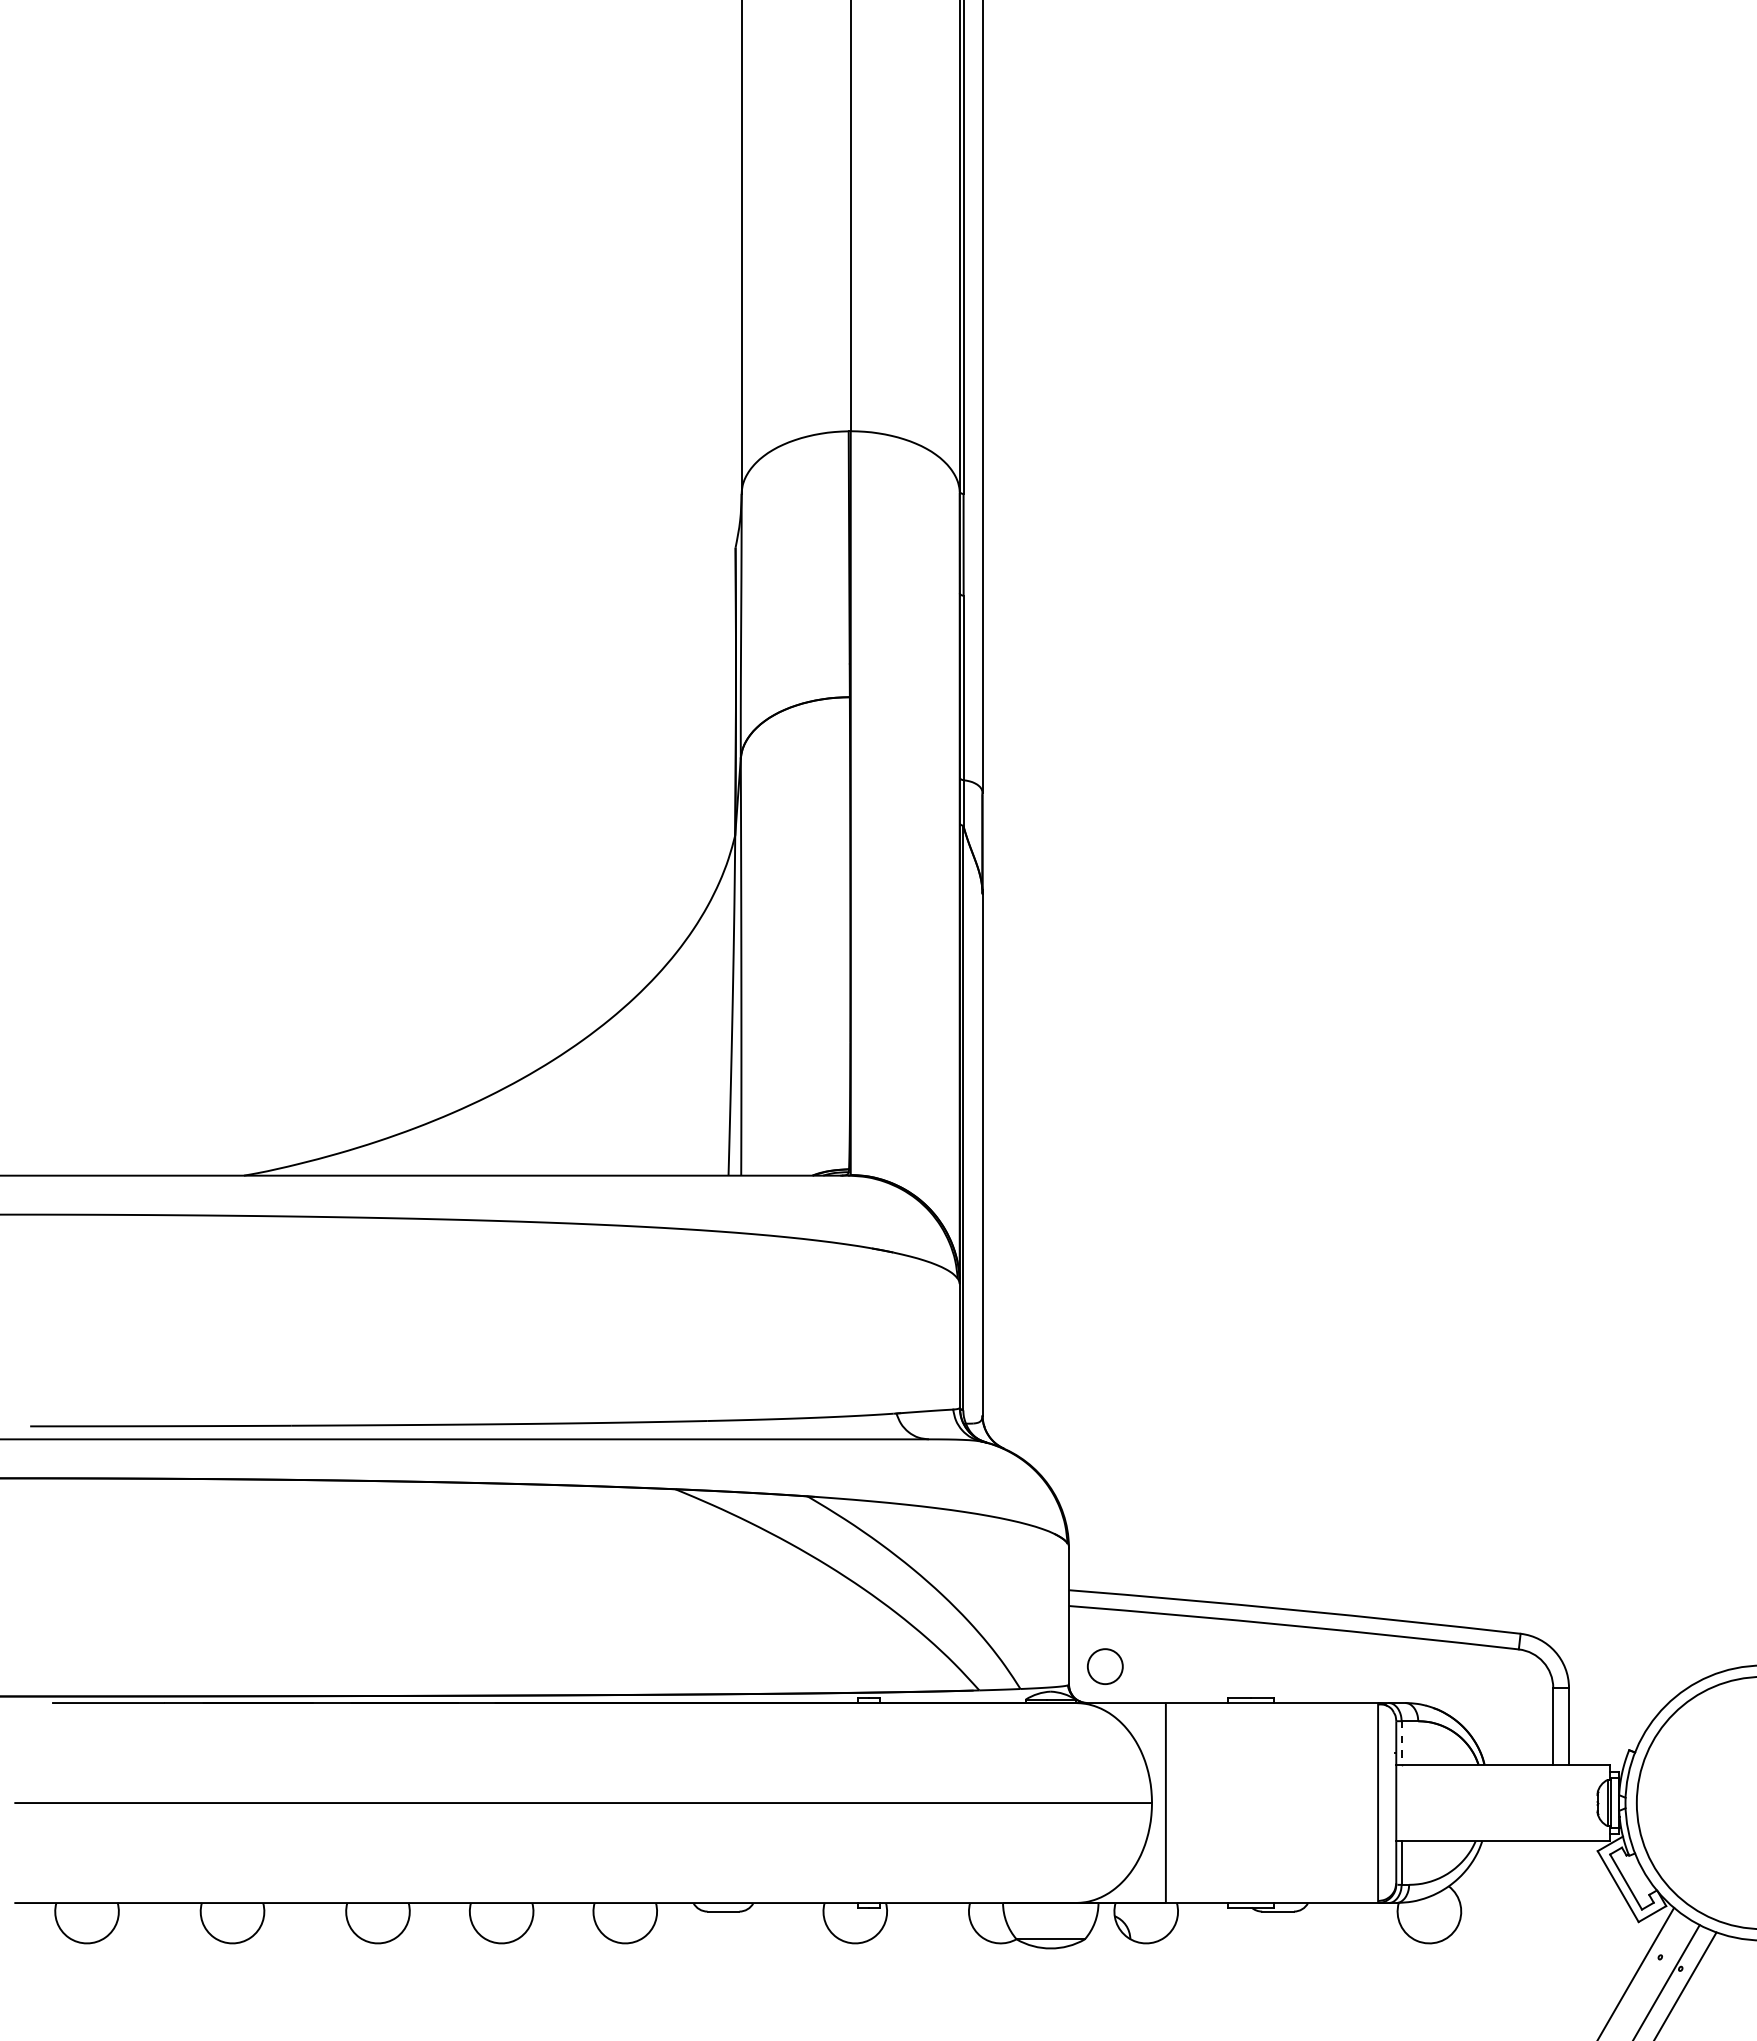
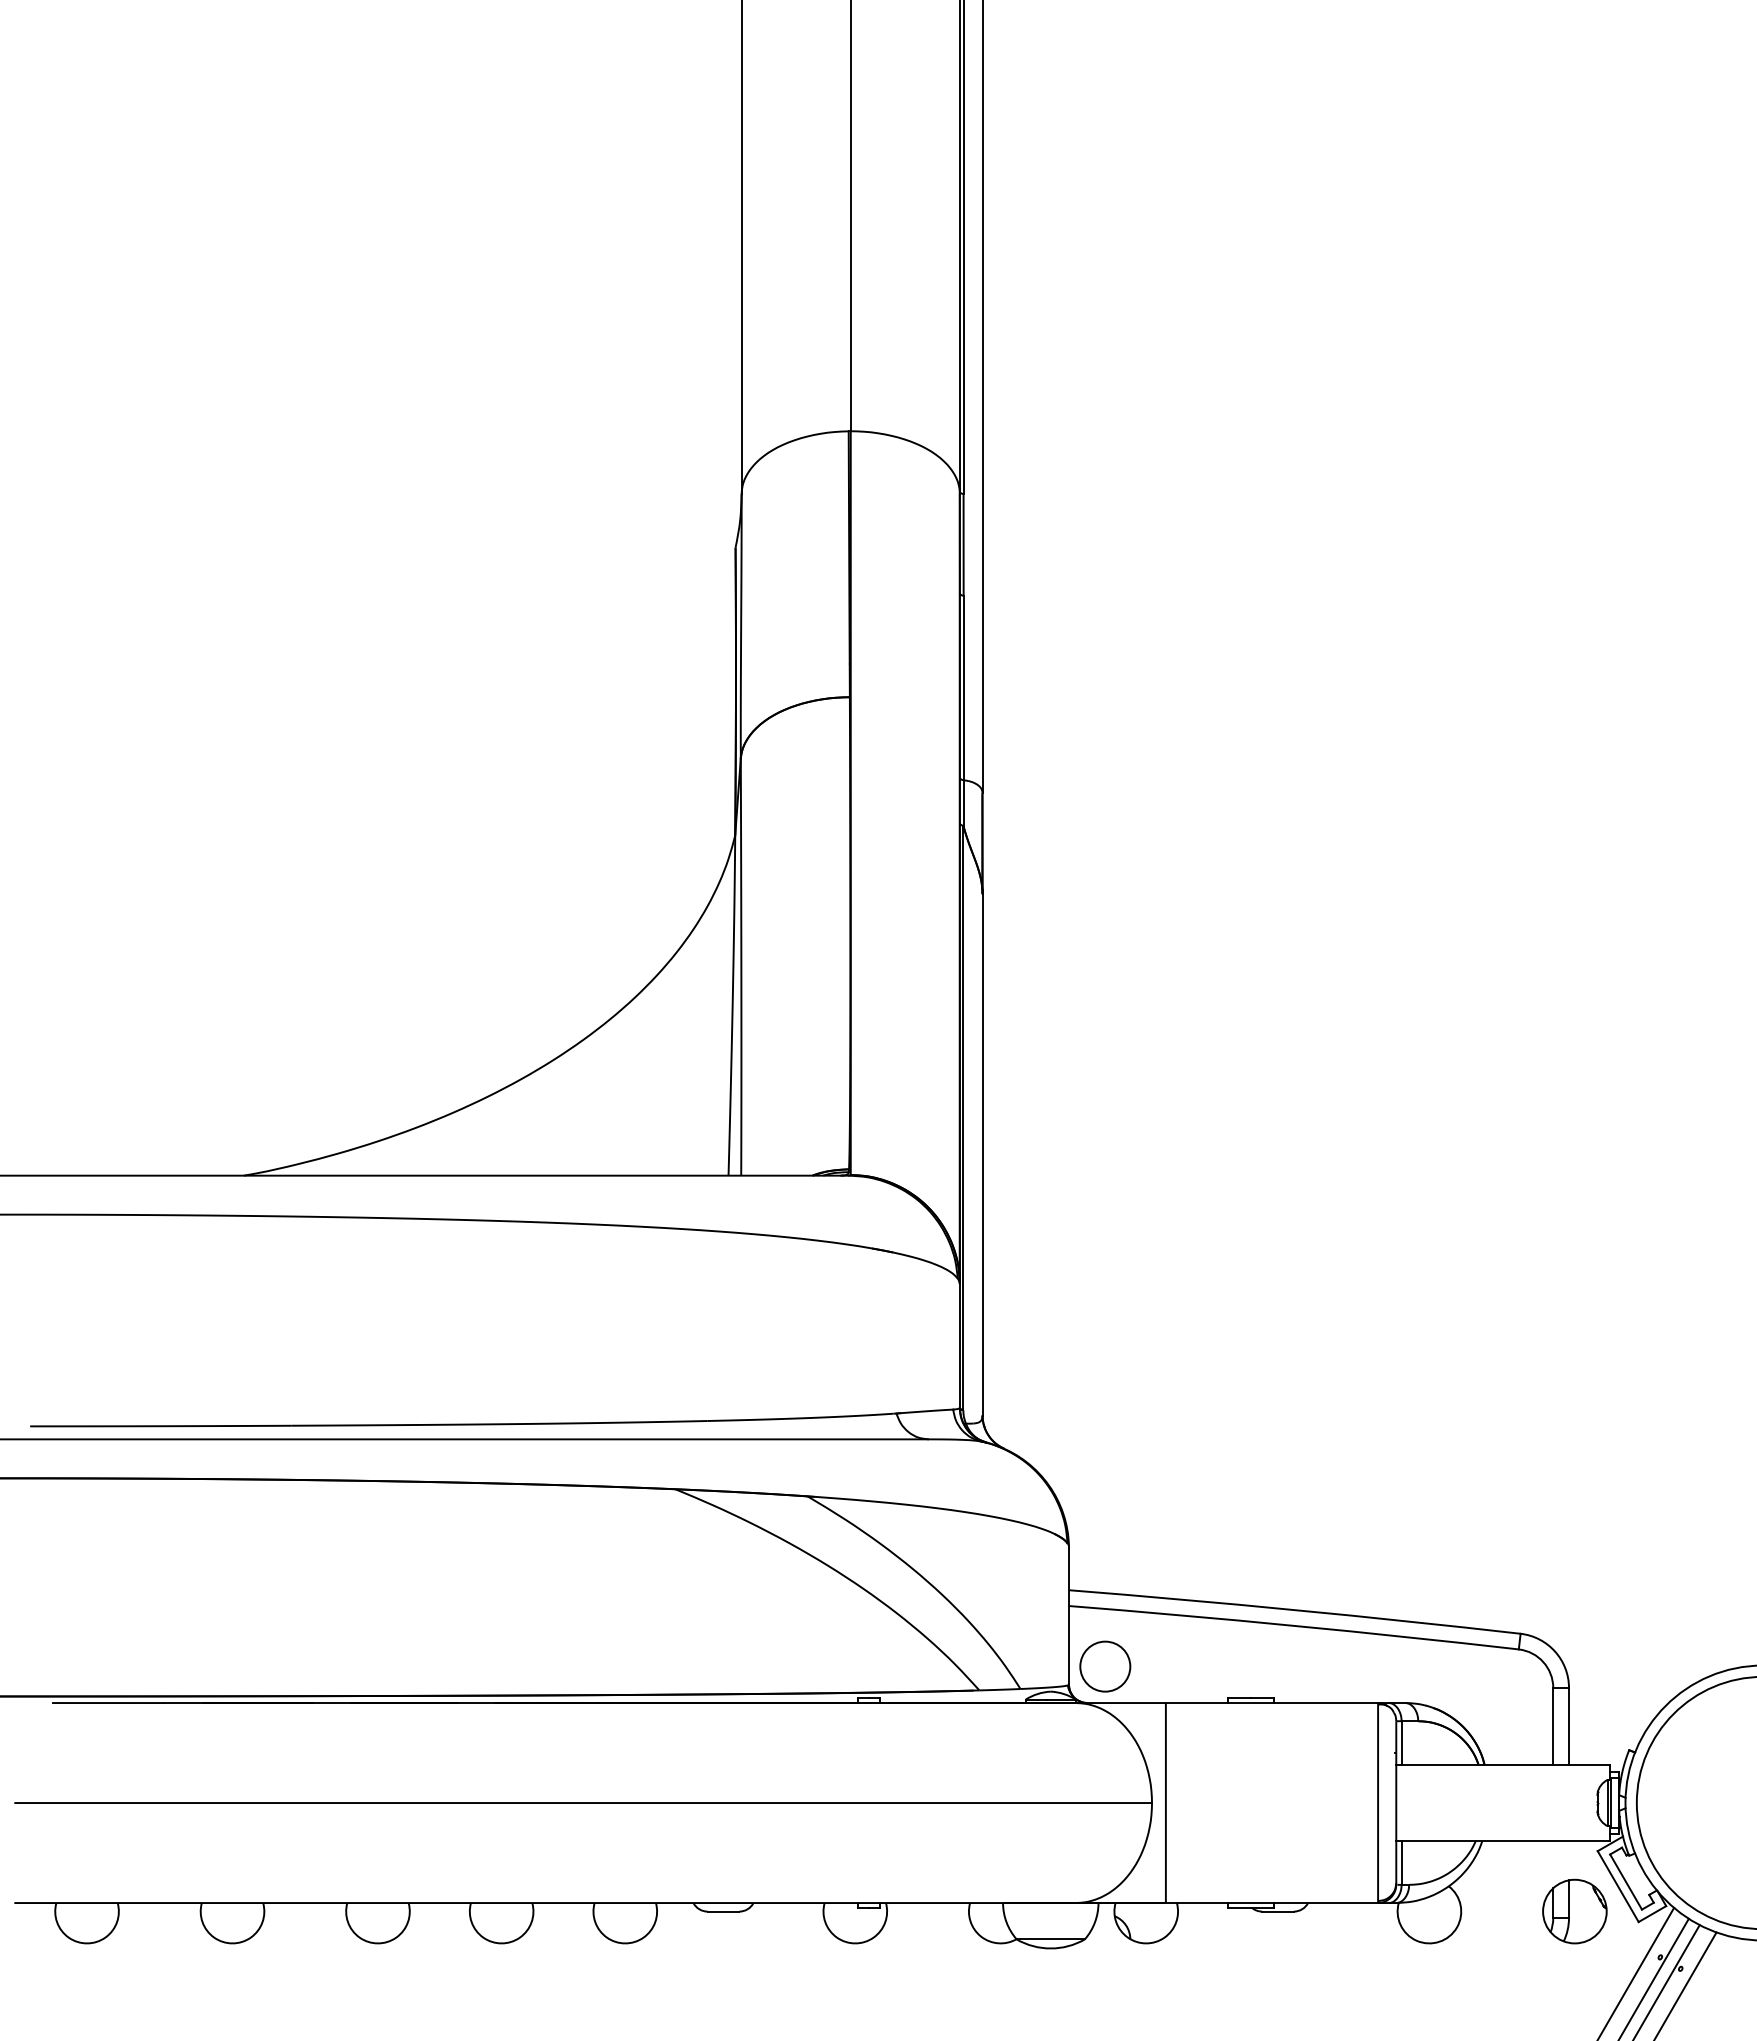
circle at (1104, 1666) diameter: 35 px -> 50 px
line at (1401, 1743): dashed -> solid
part at (1574, 1911): none -> present
line at (1654, 1977): none -> present
